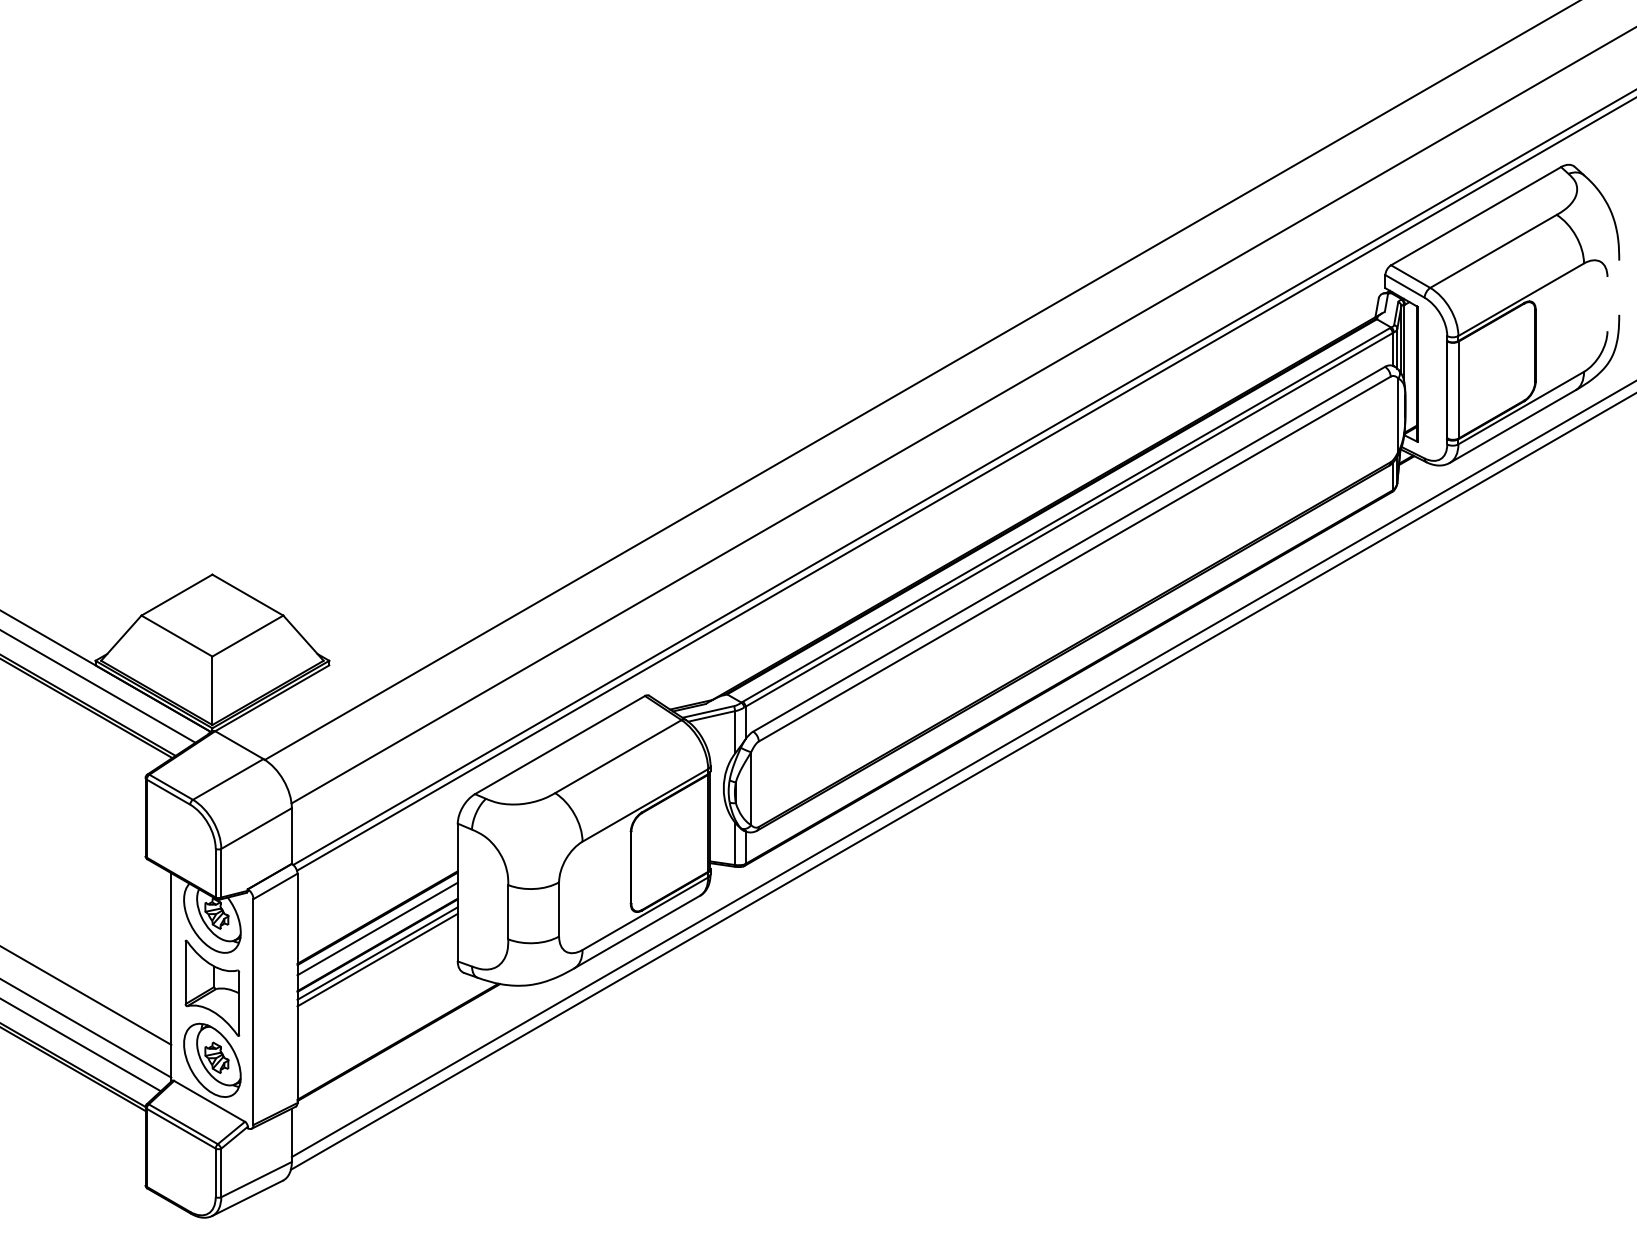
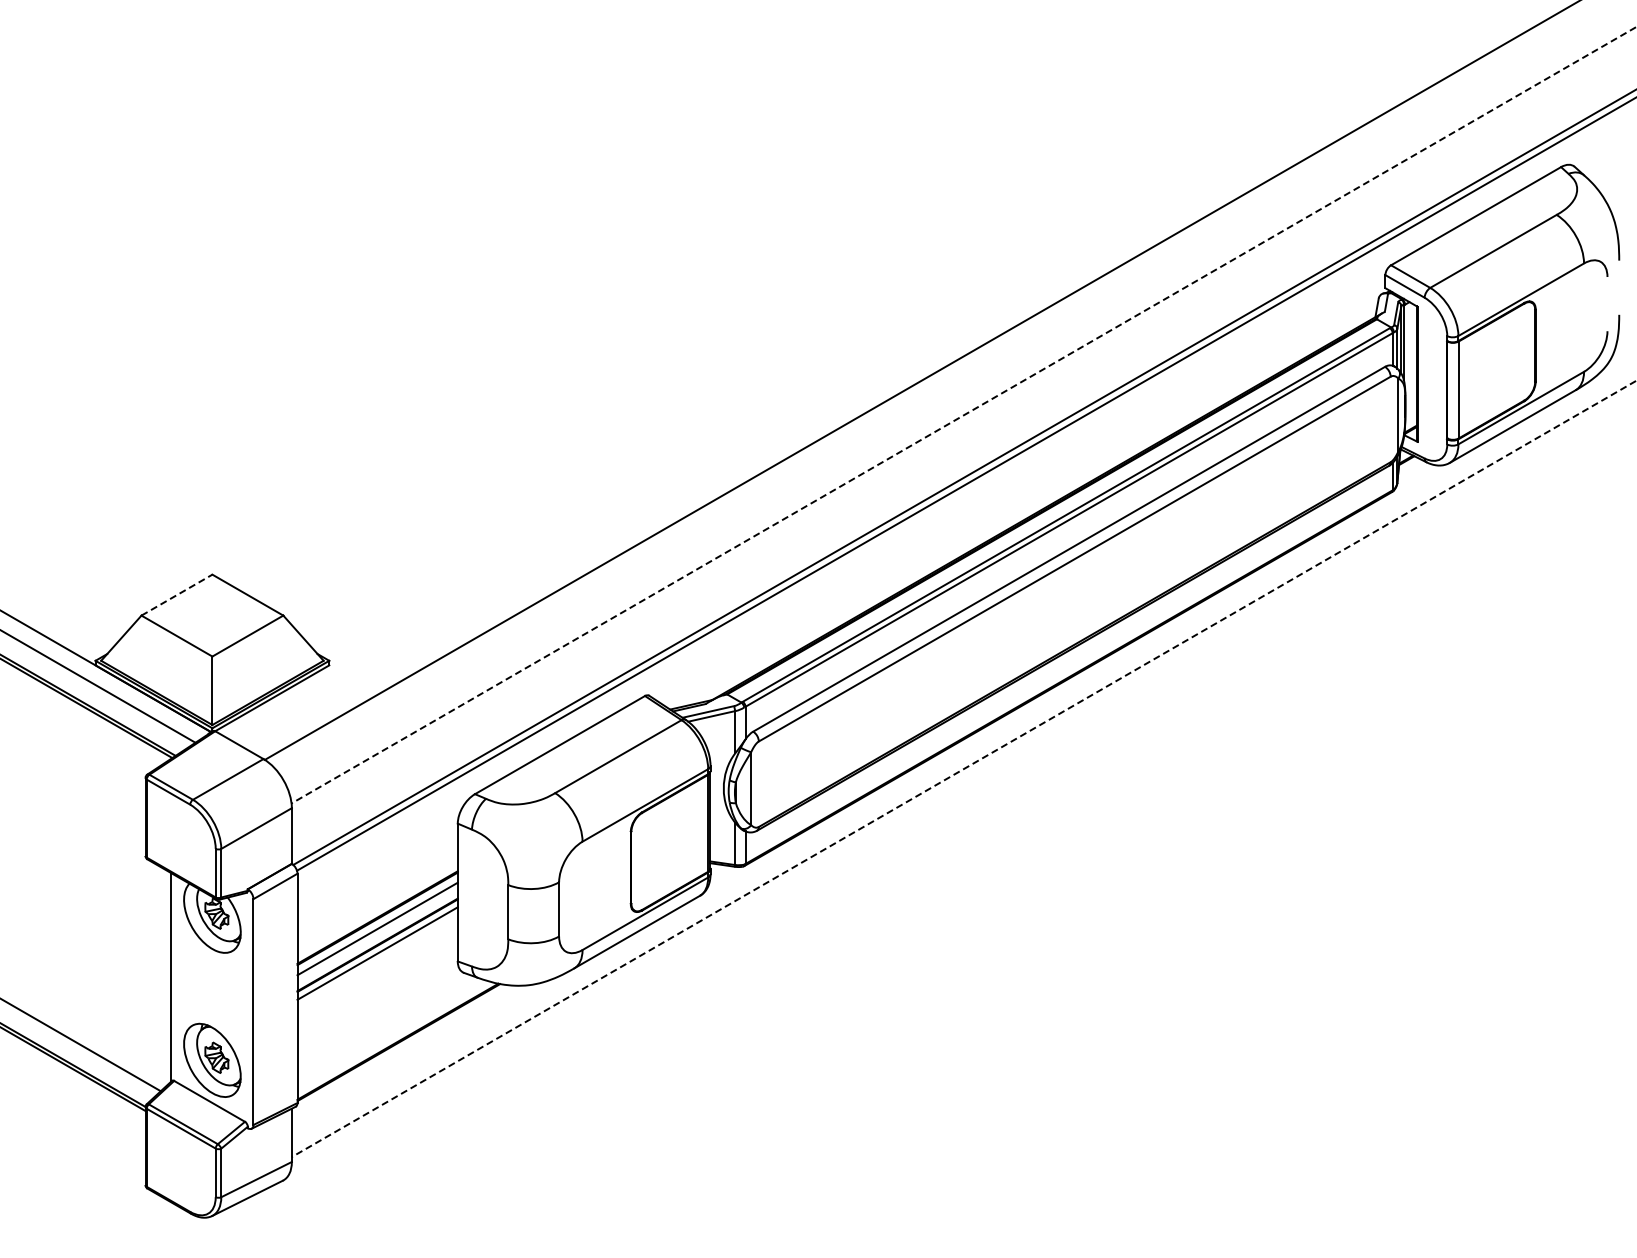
line at (964, 415): solid -> dashed
line at (176, 595): solid -> dashed
line at (964, 768): solid -> dashed
line at (961, 781): present -> none
line at (377, 959): present -> none
part at (212, 987): present -> none
line at (86, 995): present -> none
line at (86, 1028): present -> none
